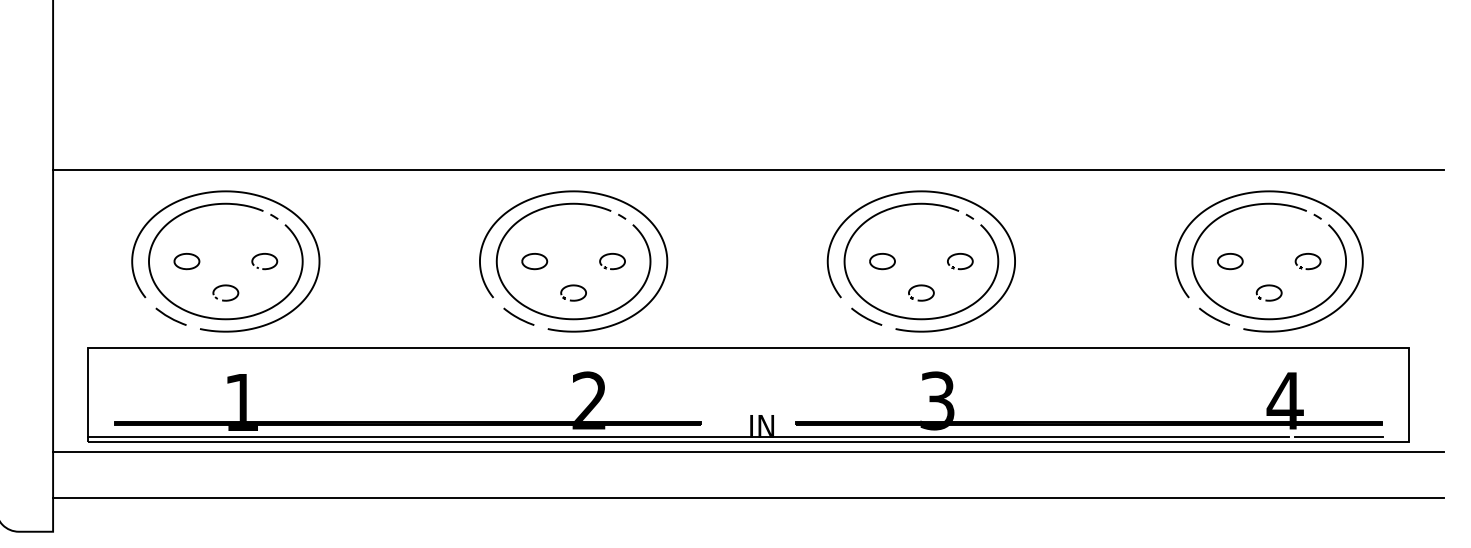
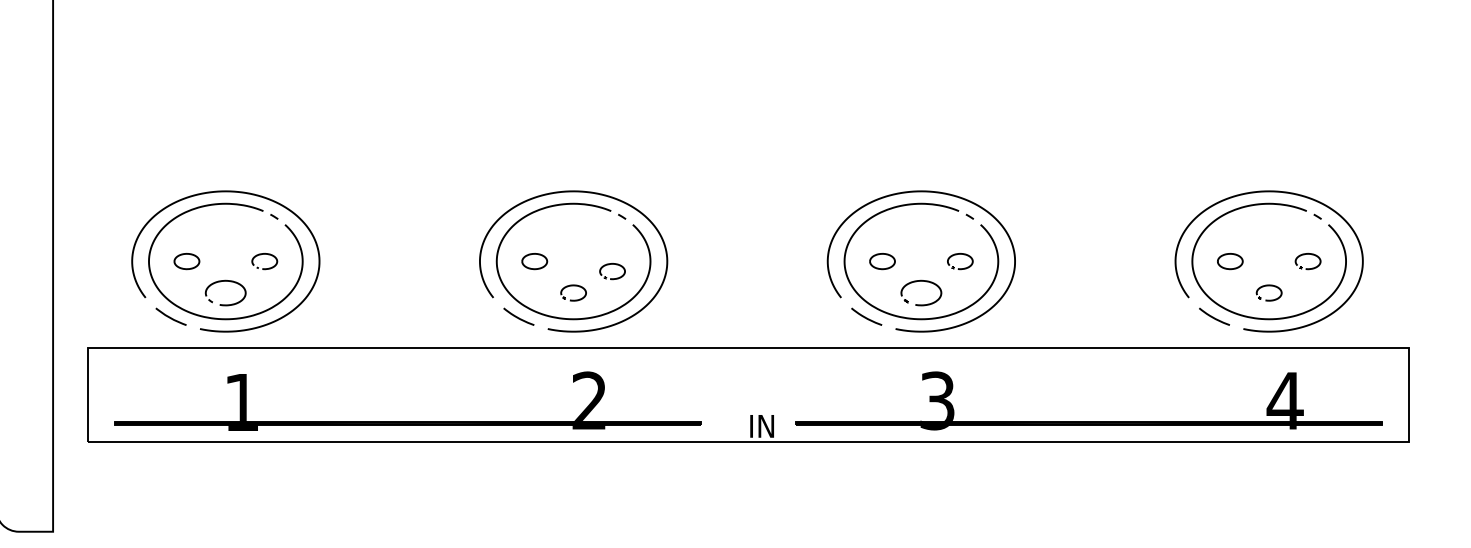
line at (748, 169): present -> none
part at (612, 254) position: (612, 254) -> (612, 264)
part at (225, 292) size: 28x18 px -> 43x28 px
part at (921, 292) size: 27x18 px -> 43x28 px
line at (687, 437): present -> none
line at (1338, 437): present -> none
line at (748, 451): present -> none
line at (748, 497): present -> none
